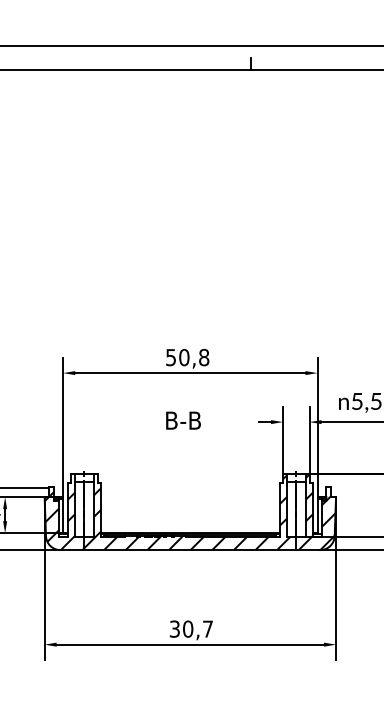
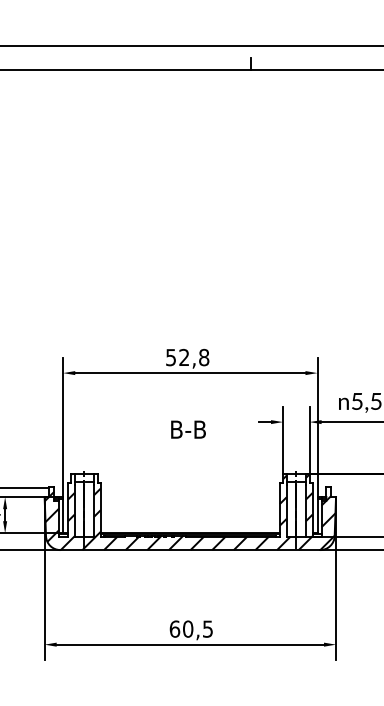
text at (184, 357): 50,8 -> 52,8
text at (183, 420) position: (183, 420) -> (188, 429)
text at (190, 628): 30,7 -> 60,5
